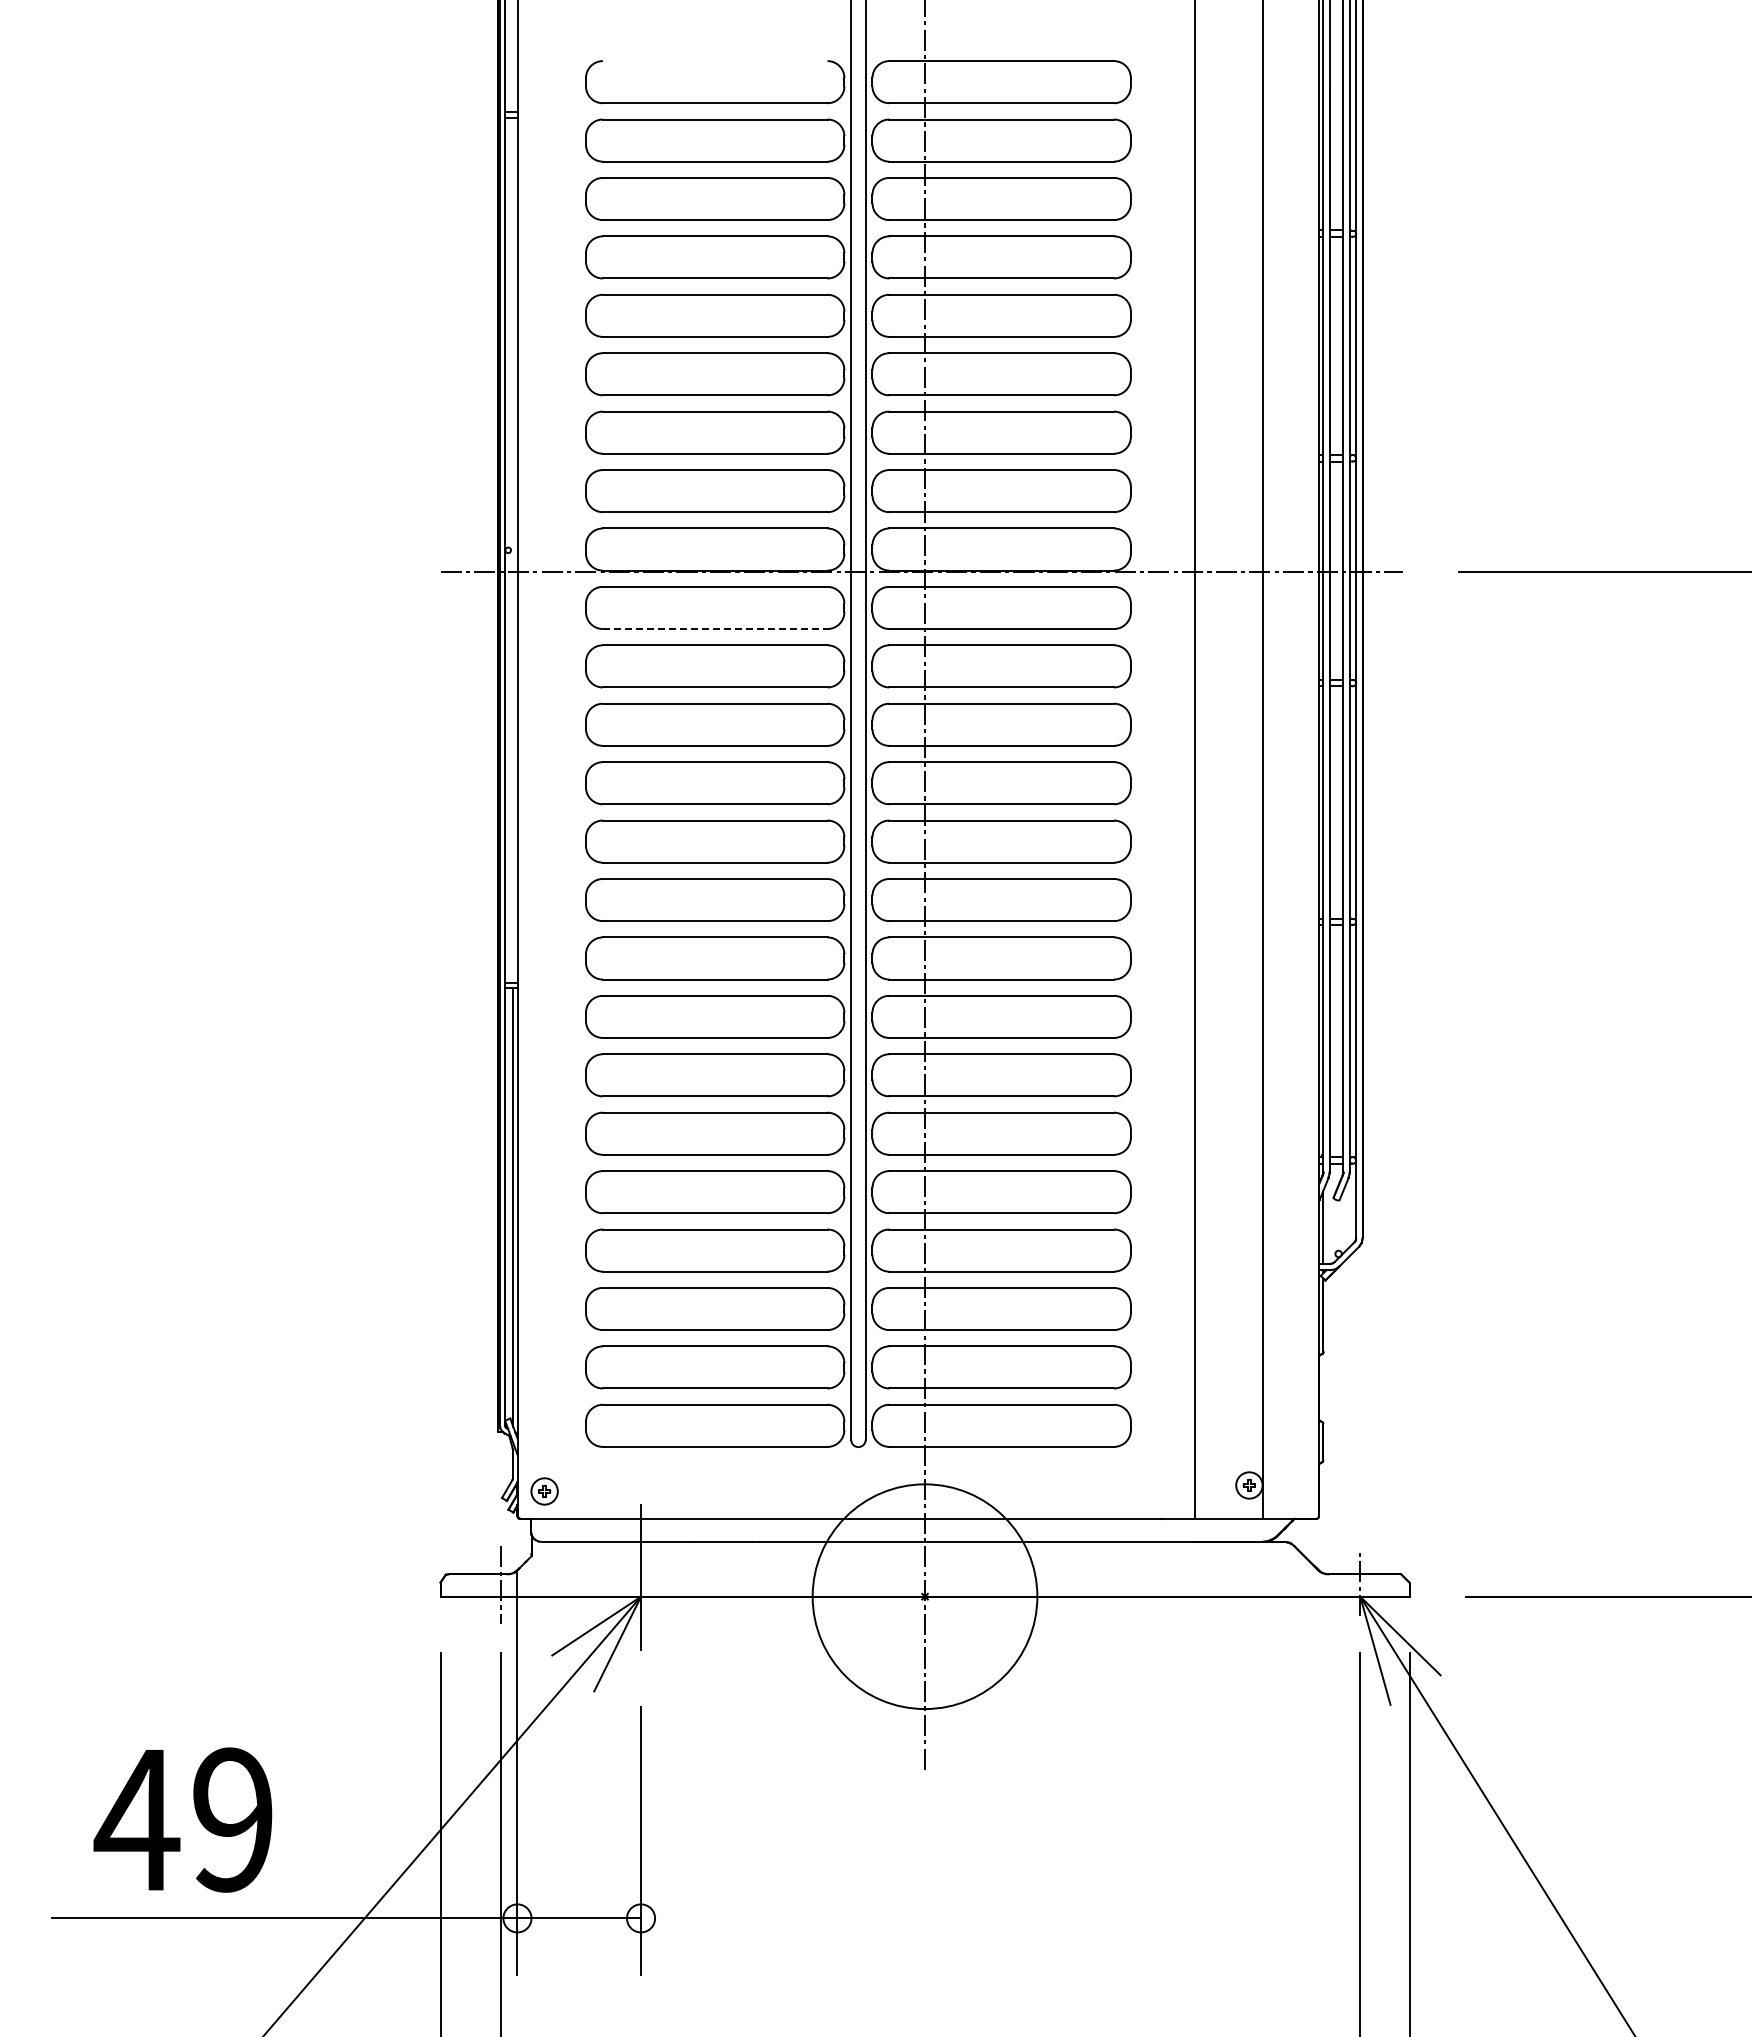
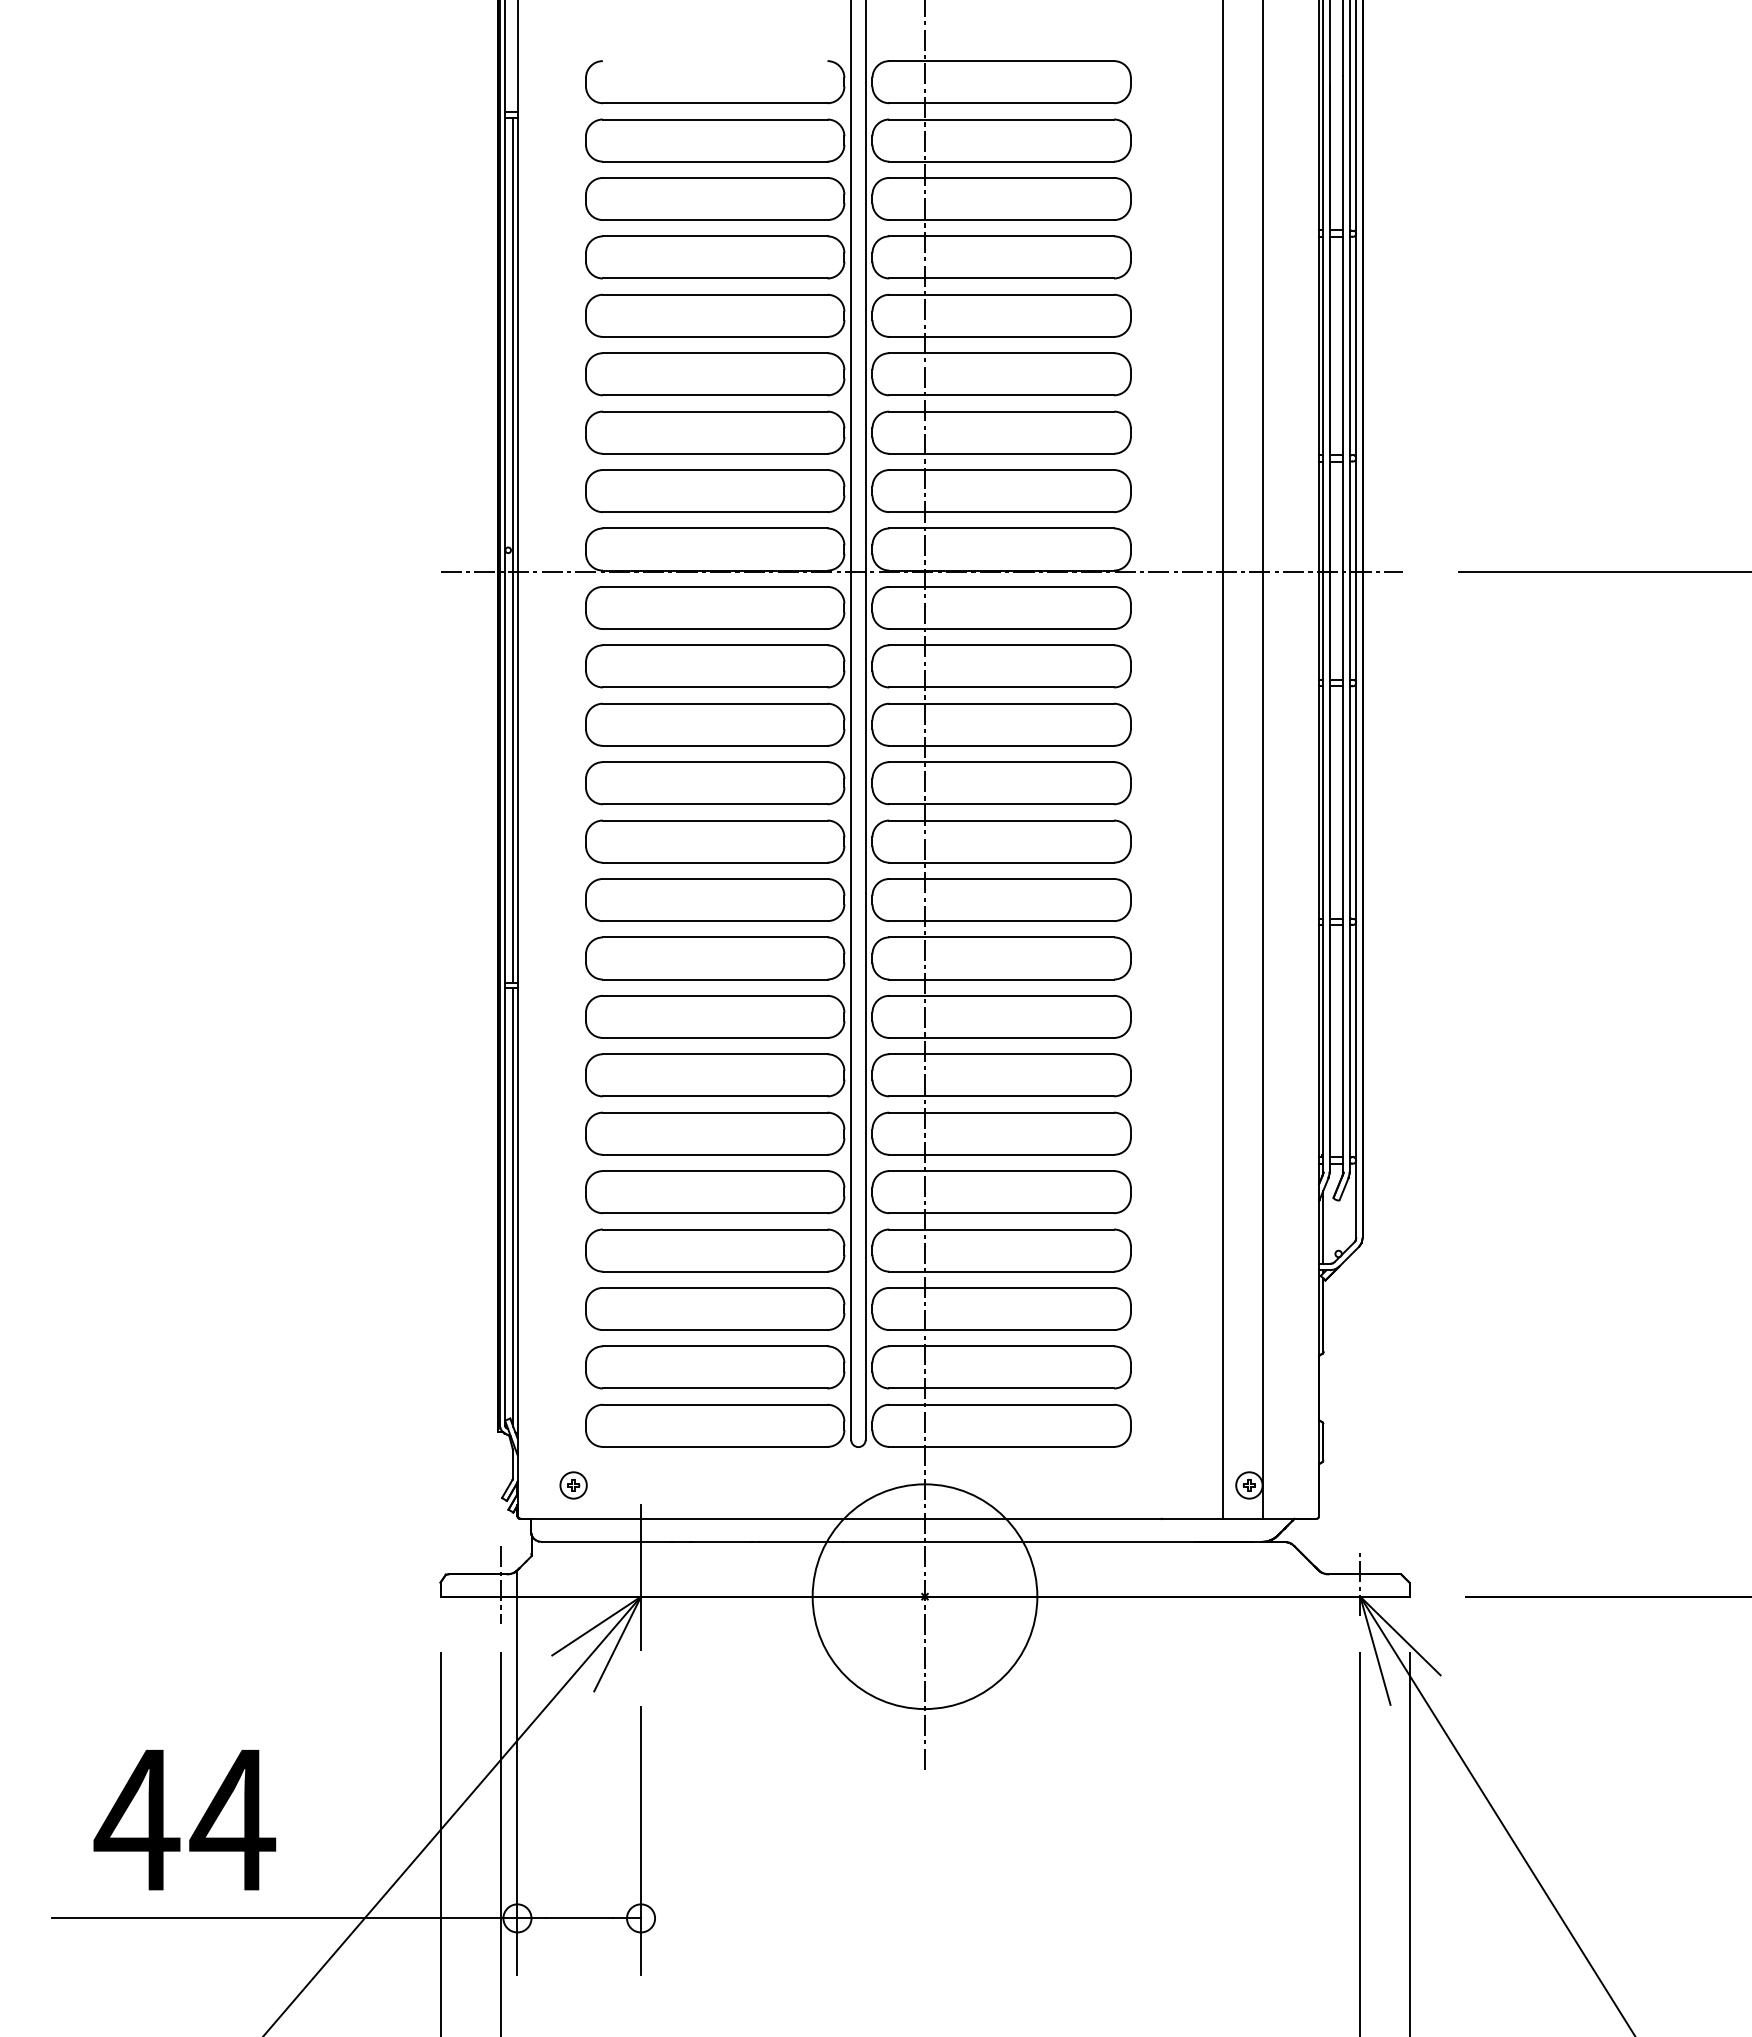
line at (513, 549): none -> present
line at (715, 629): dashed -> solid
line at (1195, 760) position: (1195, 760) -> (1223, 760)
part at (544, 1491) position: (544, 1491) -> (573, 1485)
text at (232, 1819): 49 -> 44
